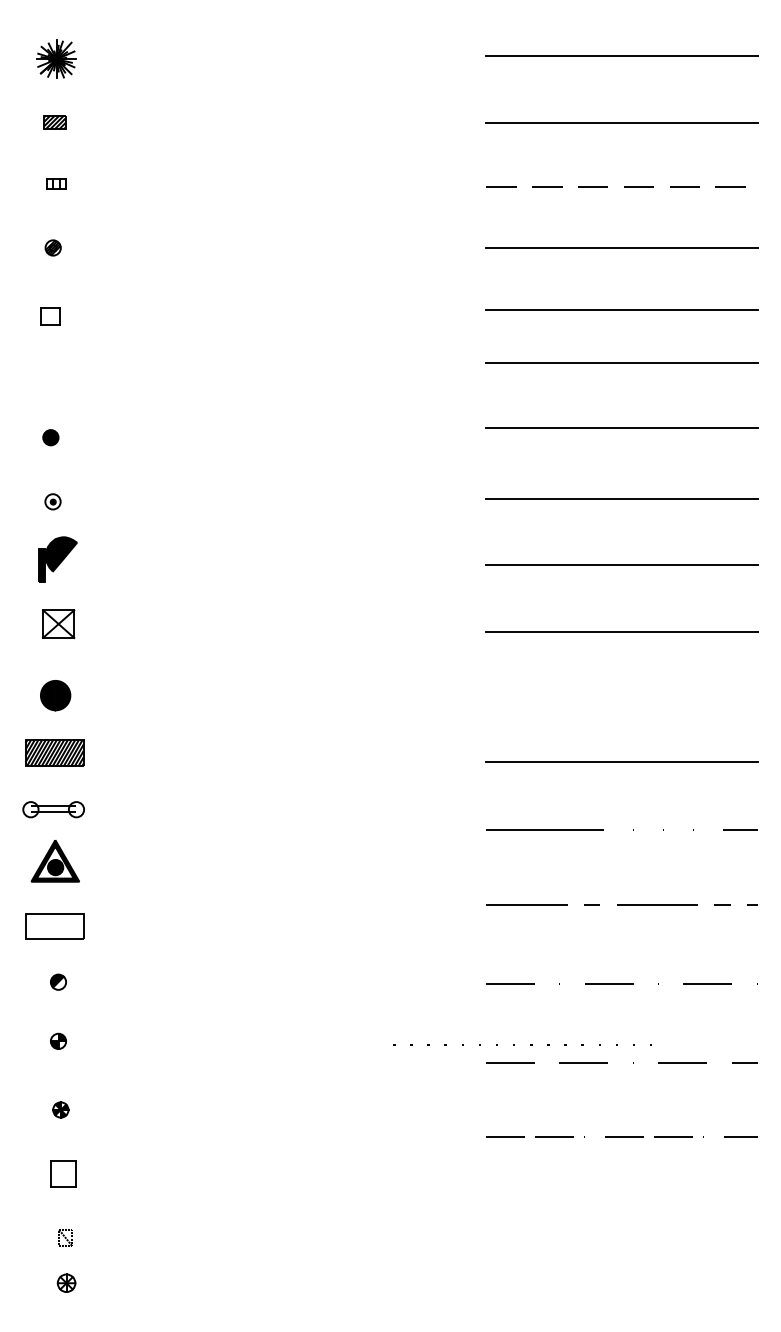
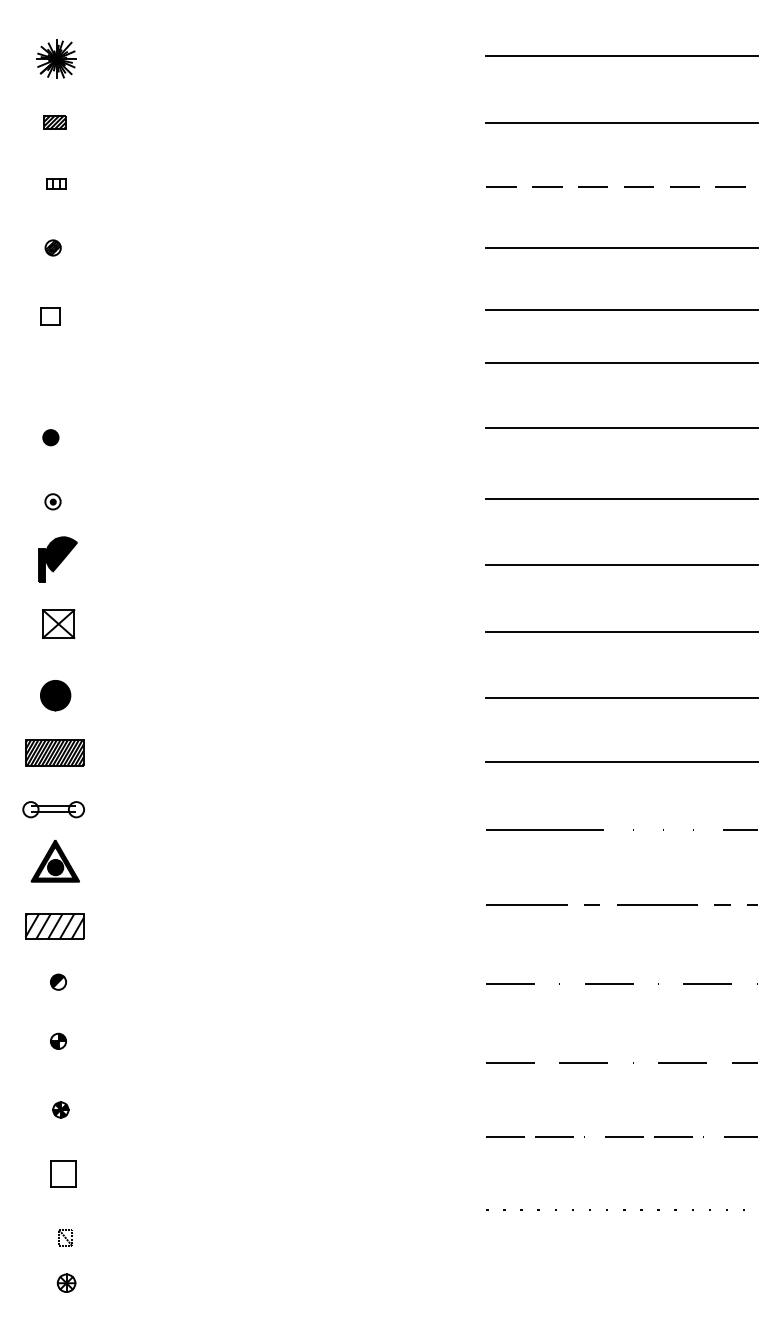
line at (621, 698): none -> present
hatch at (54, 926): none -> present
line at (514, 1044) position: (514, 1044) -> (607, 1209)
